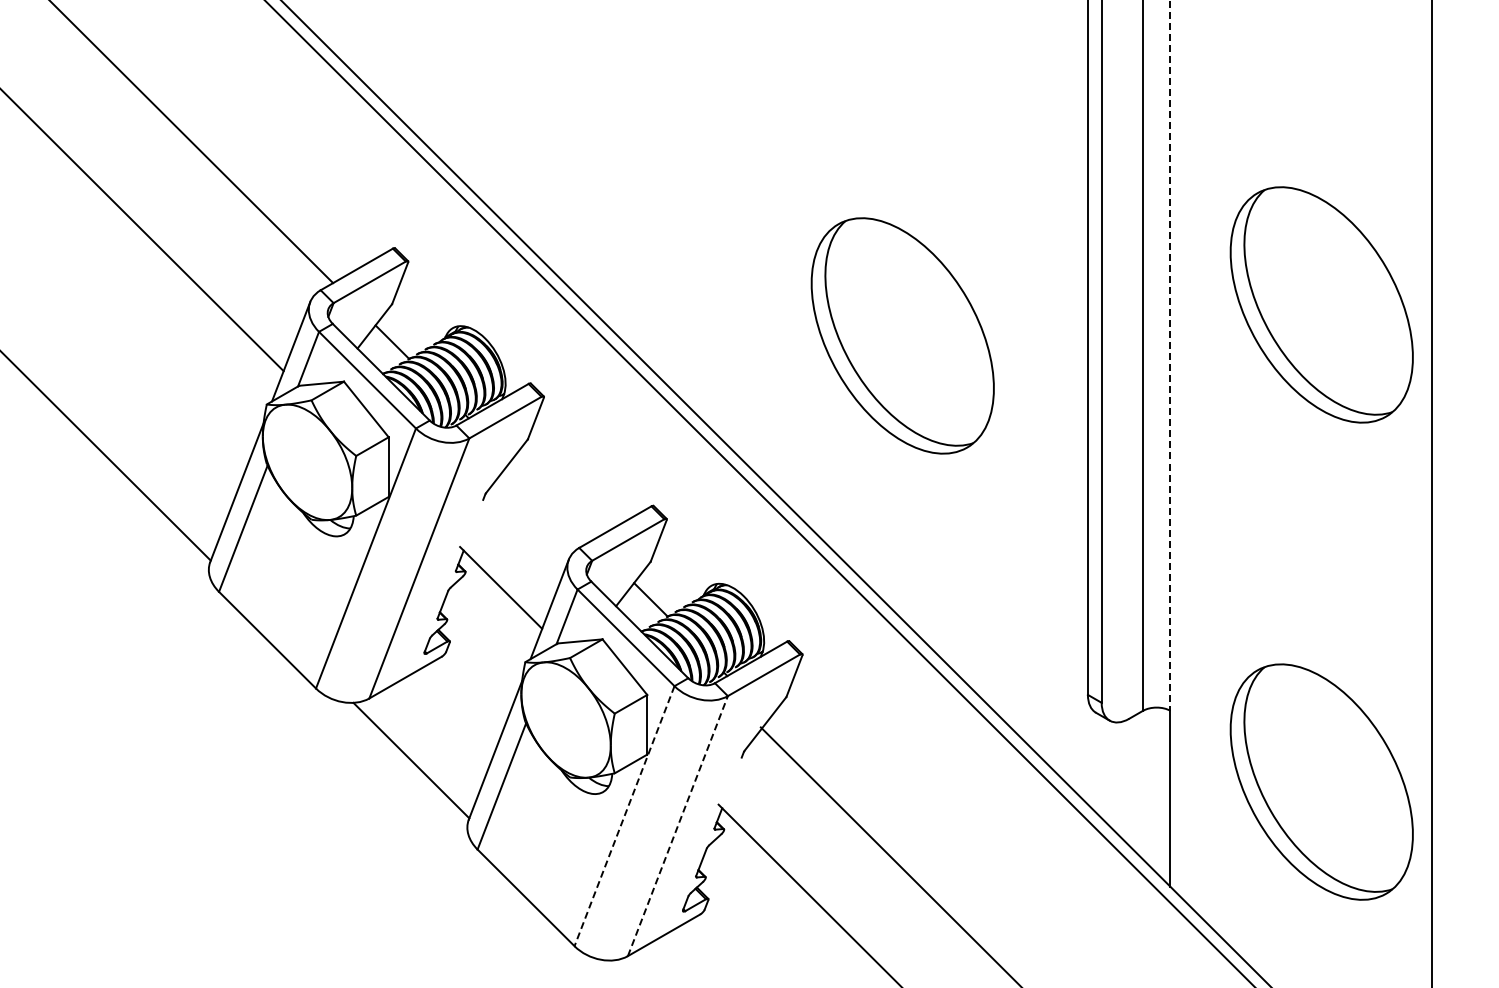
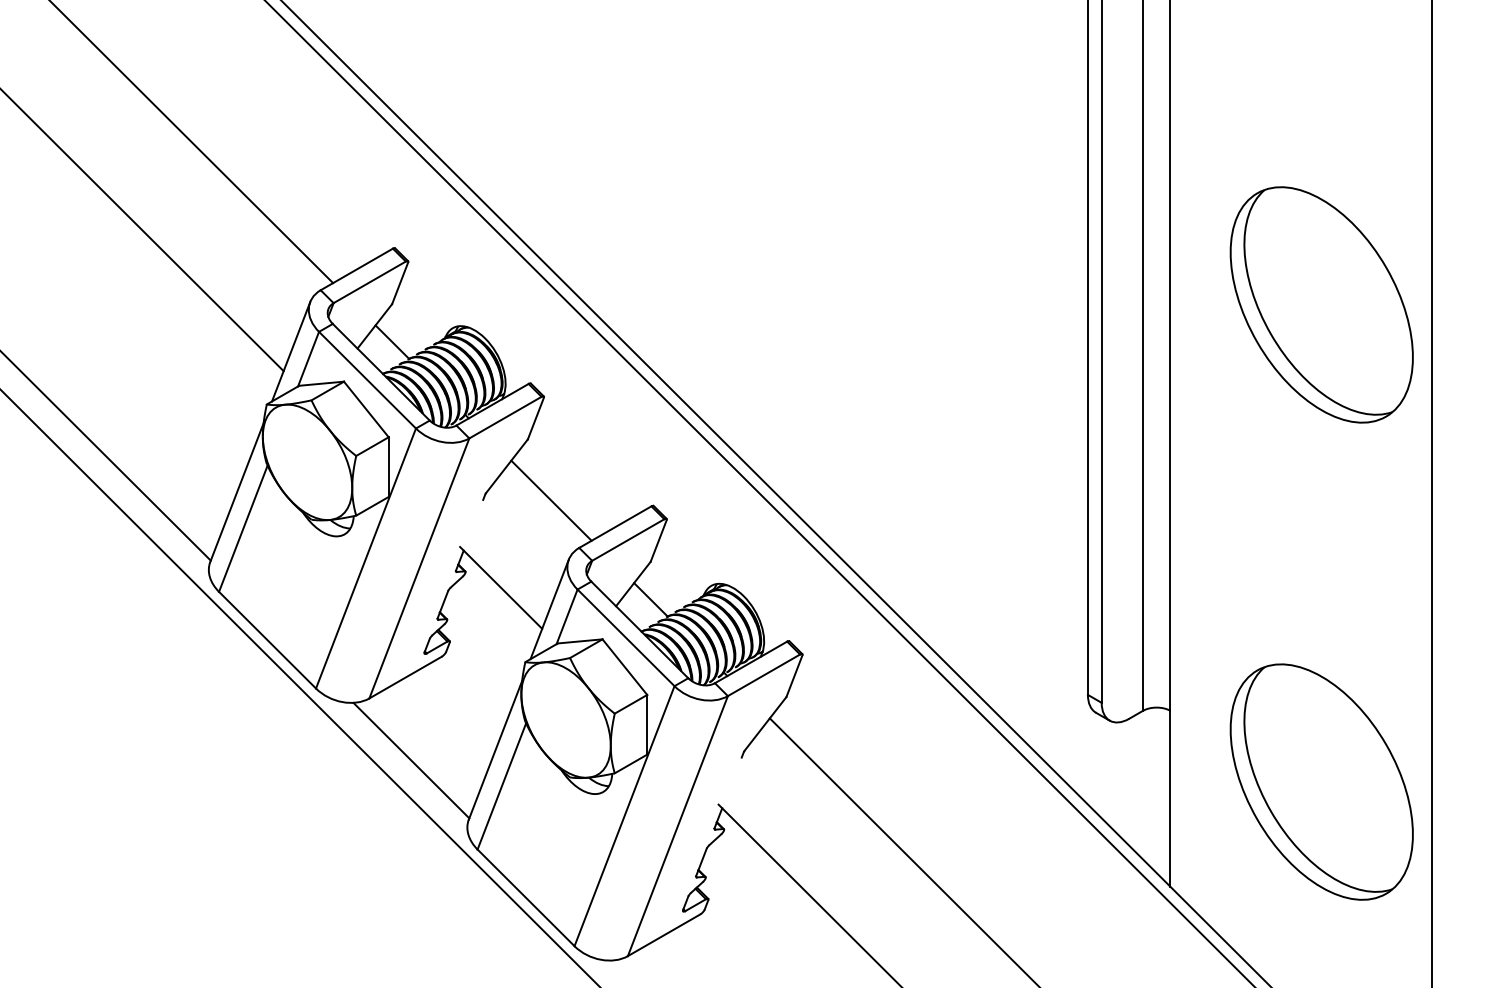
part at (902, 335): present -> none
line at (1170, 355): dashed -> solid
line at (551, 500): none -> present
line at (299, 687): none -> present
line at (624, 816): dashed -> solid
line at (678, 825): dashed -> solid
line at (889, 855) position: (889, 855) -> (902, 851)
